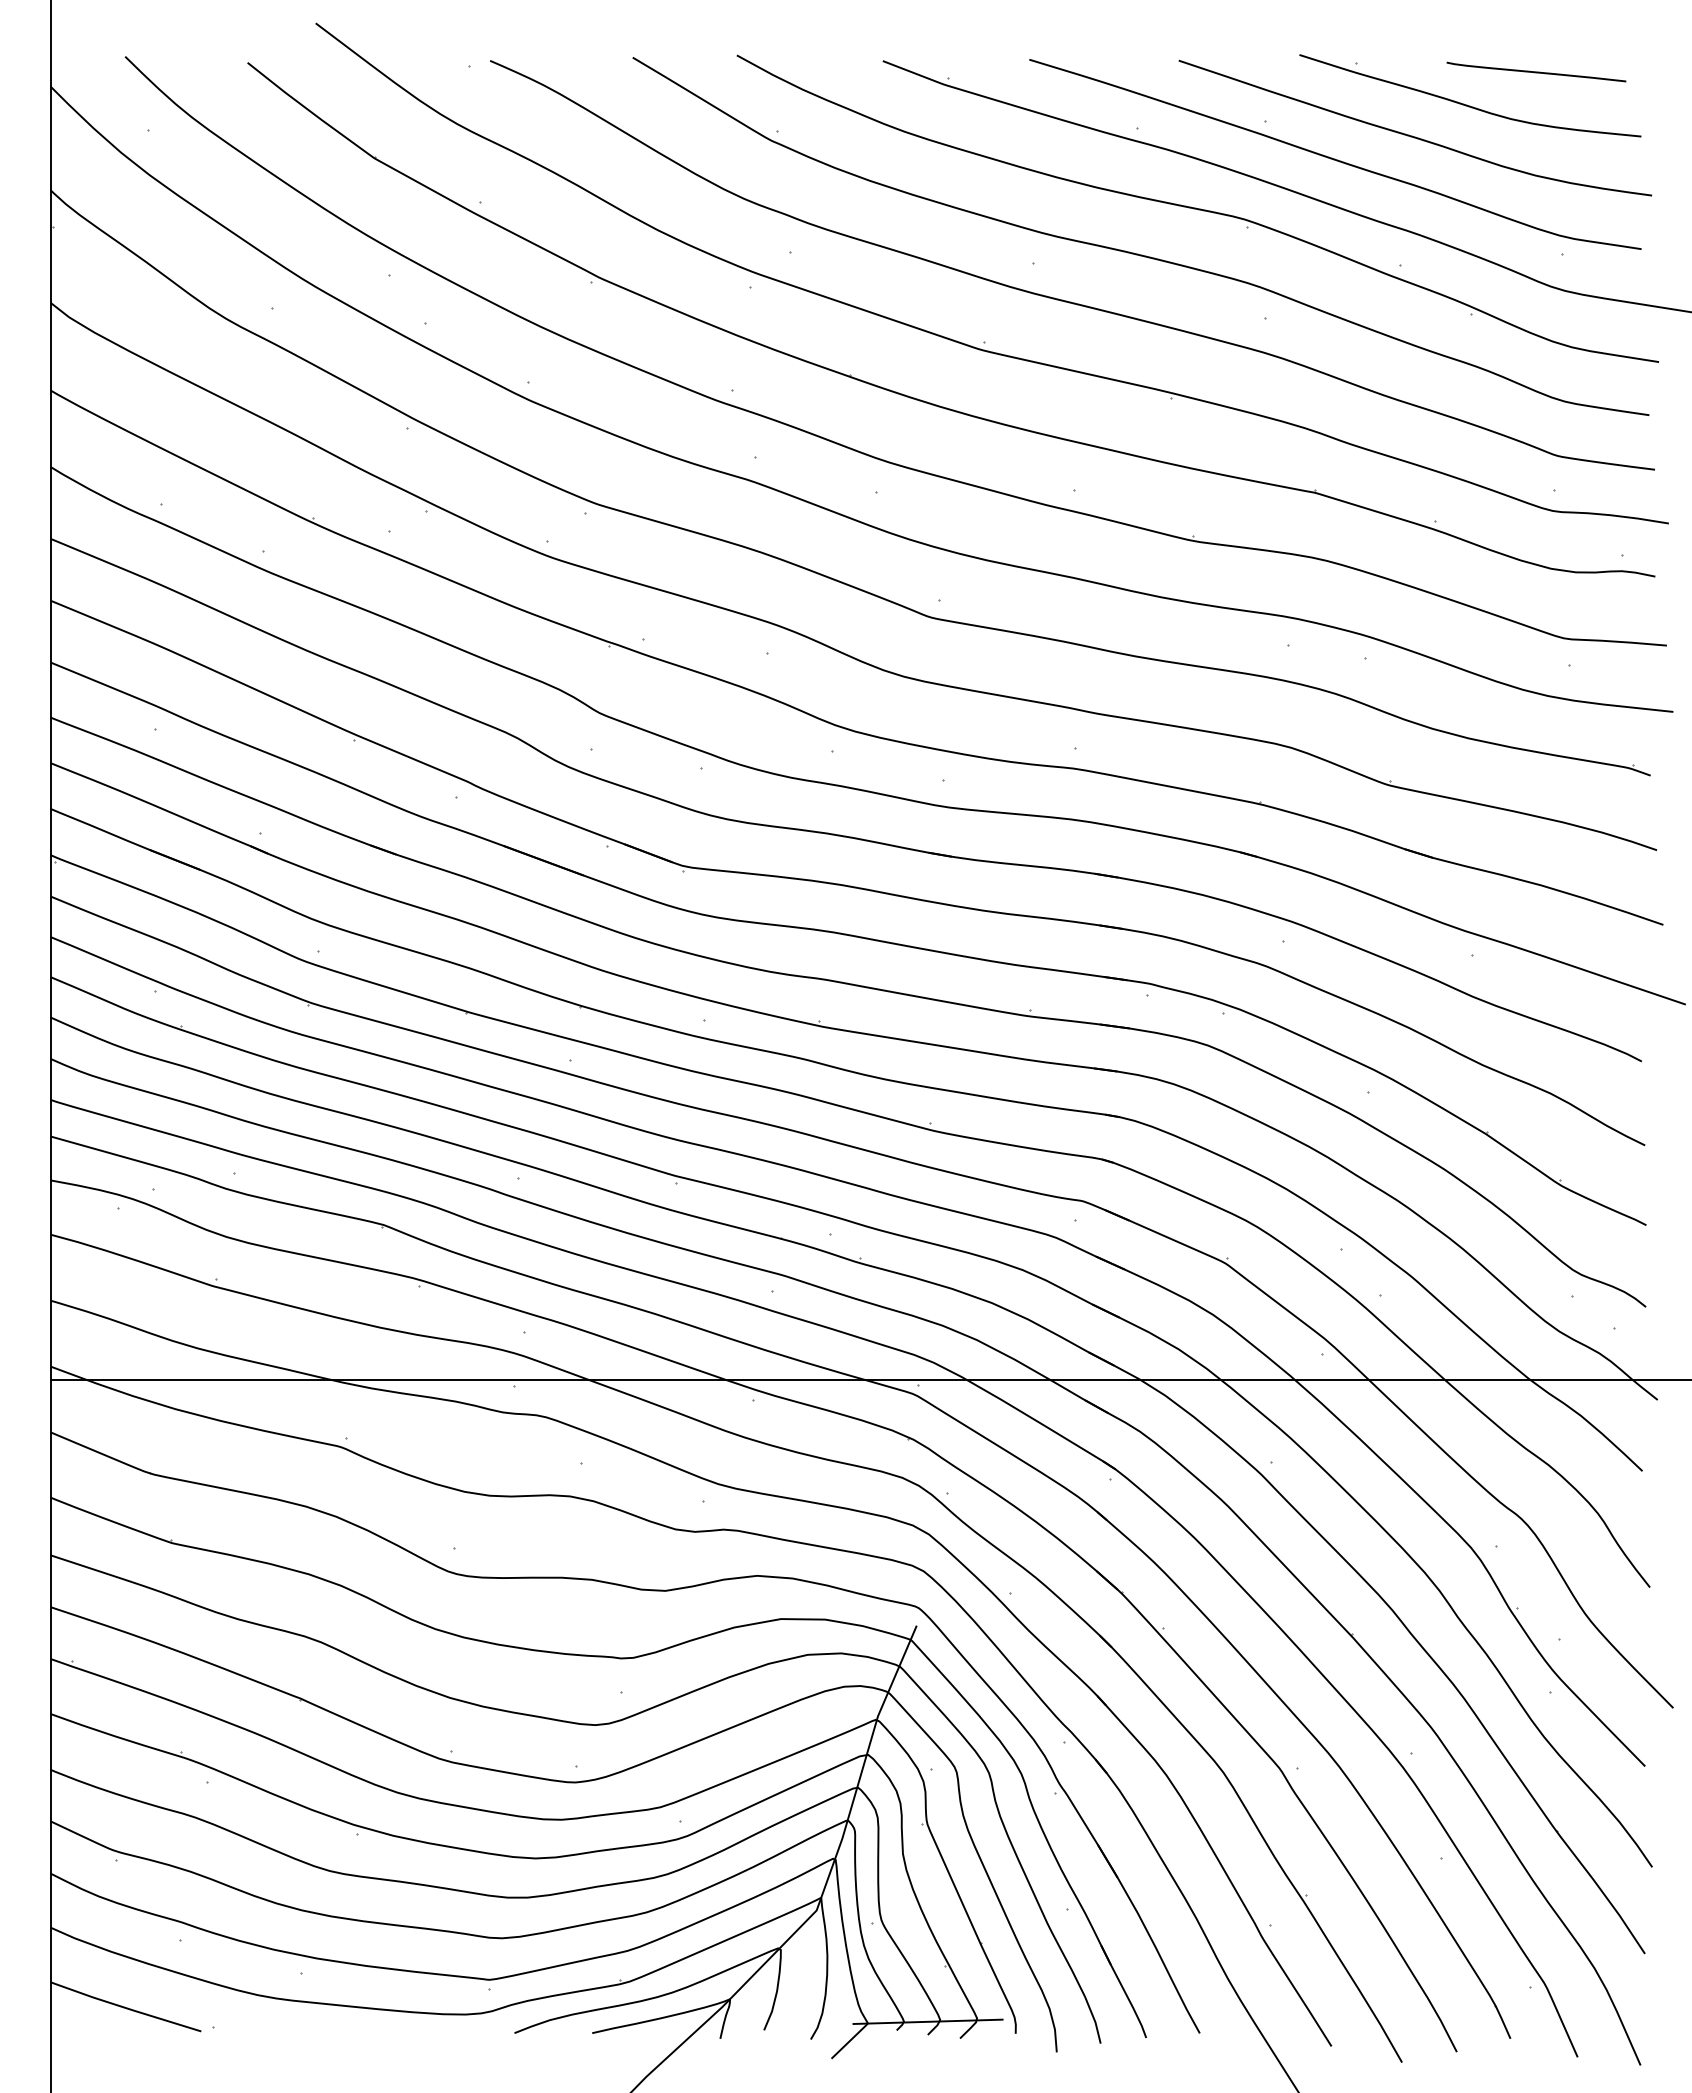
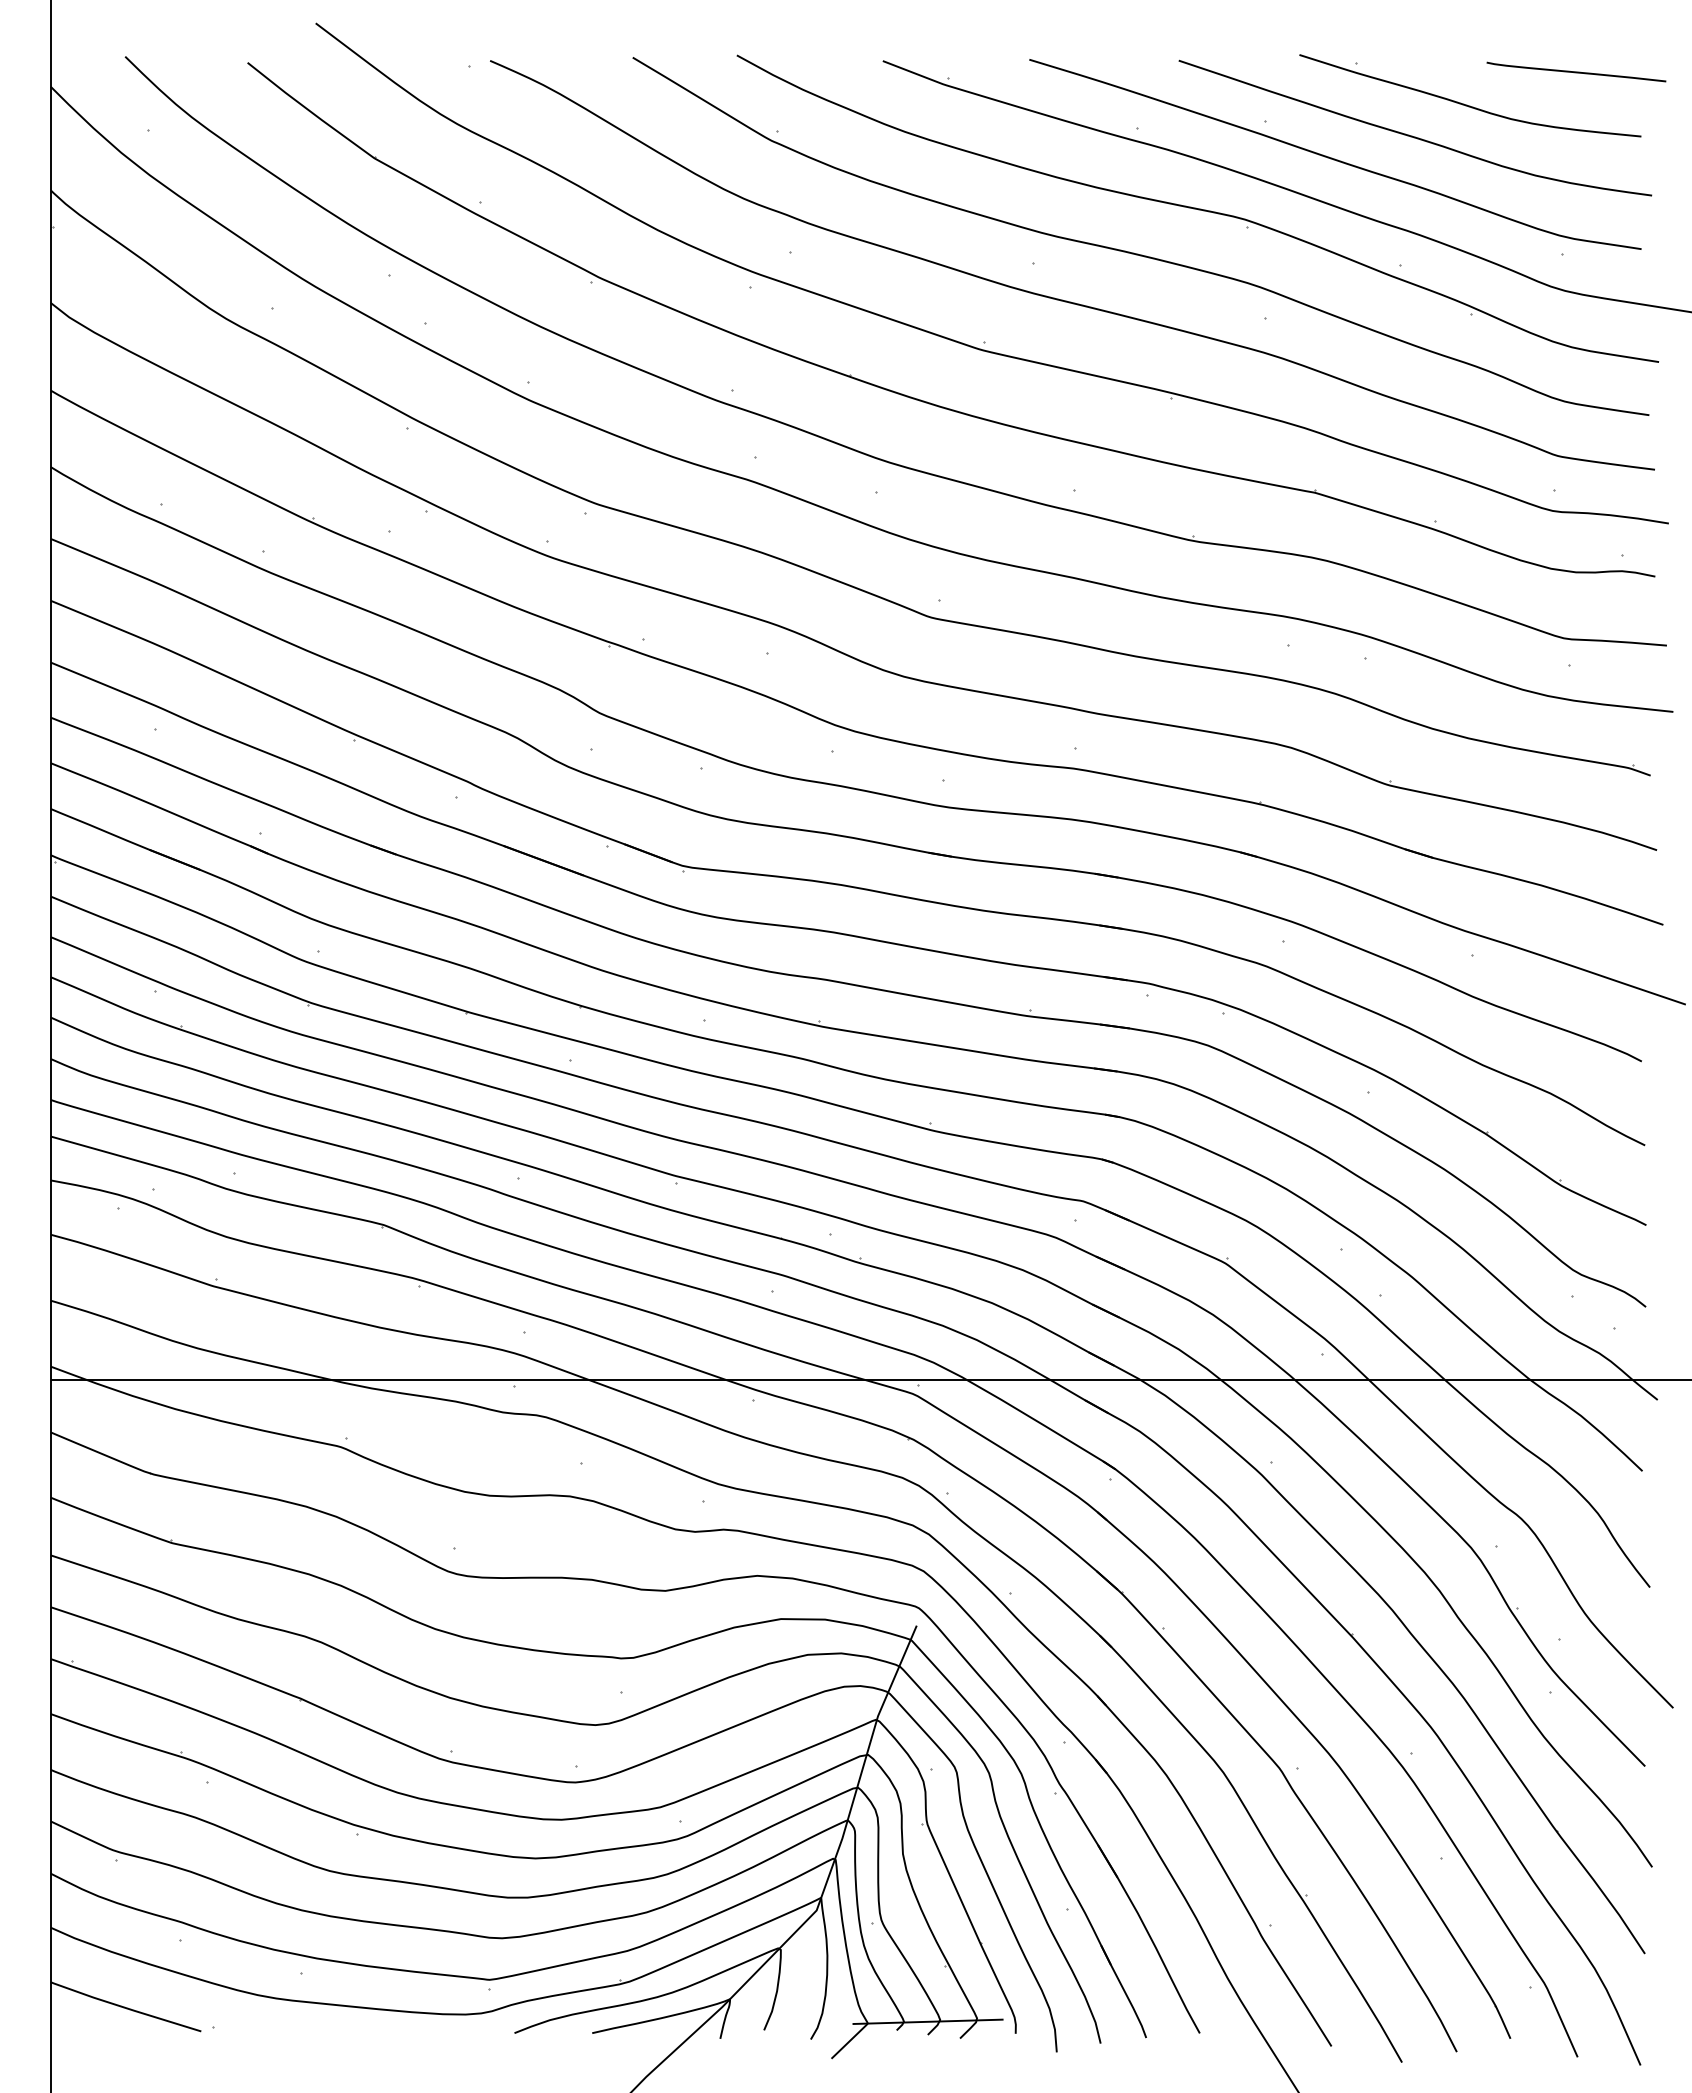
curve at (1536, 71) position: (1536, 71) -> (1576, 71)
